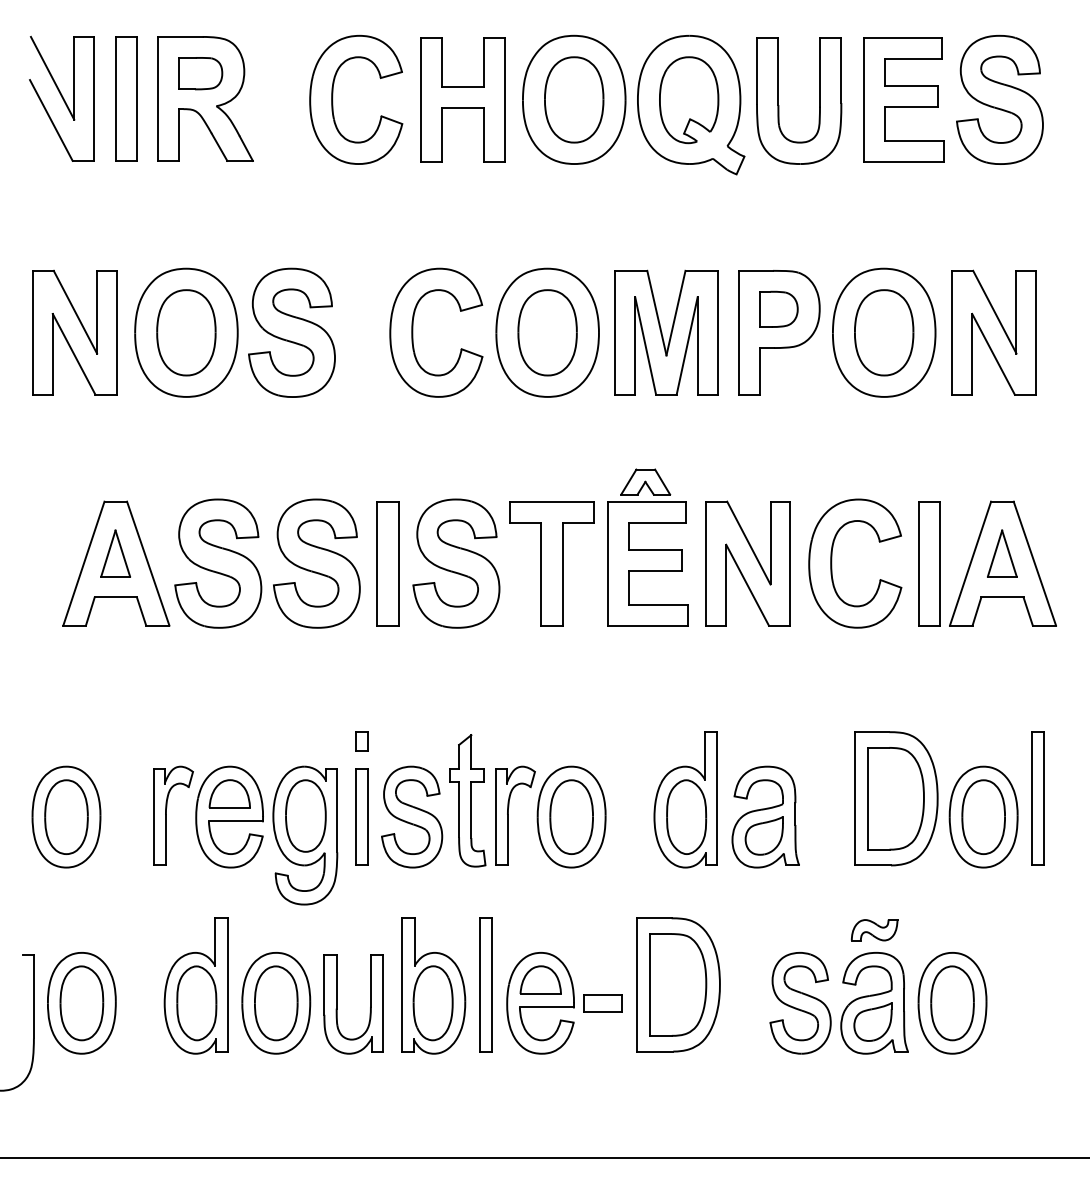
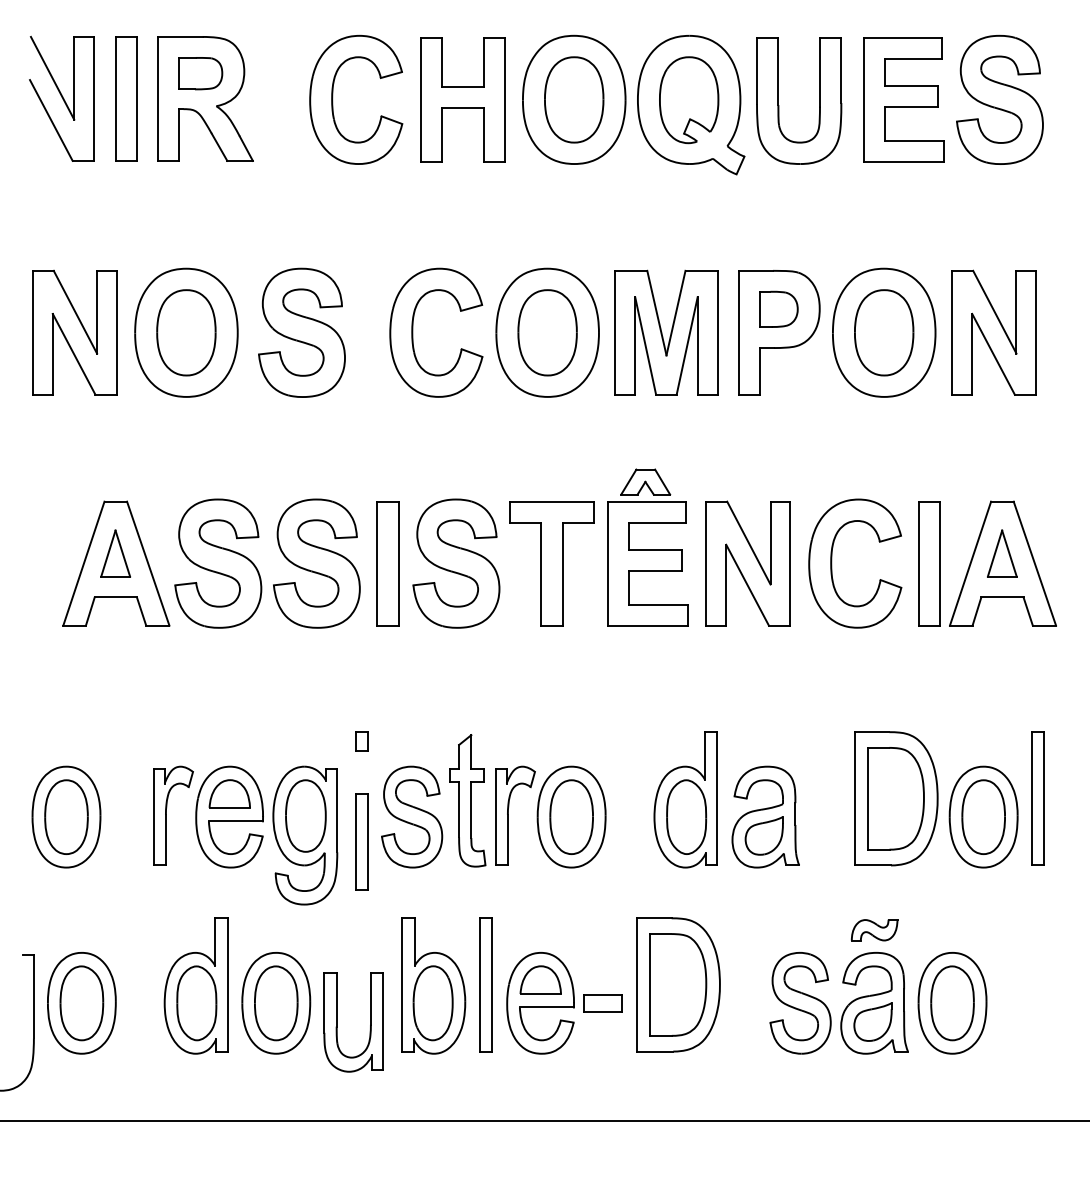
part at (291, 332) position: (291, 332) -> (301, 332)
part at (361, 816) position: (361, 816) -> (361, 841)
part at (337, 1004) position: (337, 1004) -> (337, 1022)
line at (544, 1158) position: (544, 1158) -> (544, 1121)
